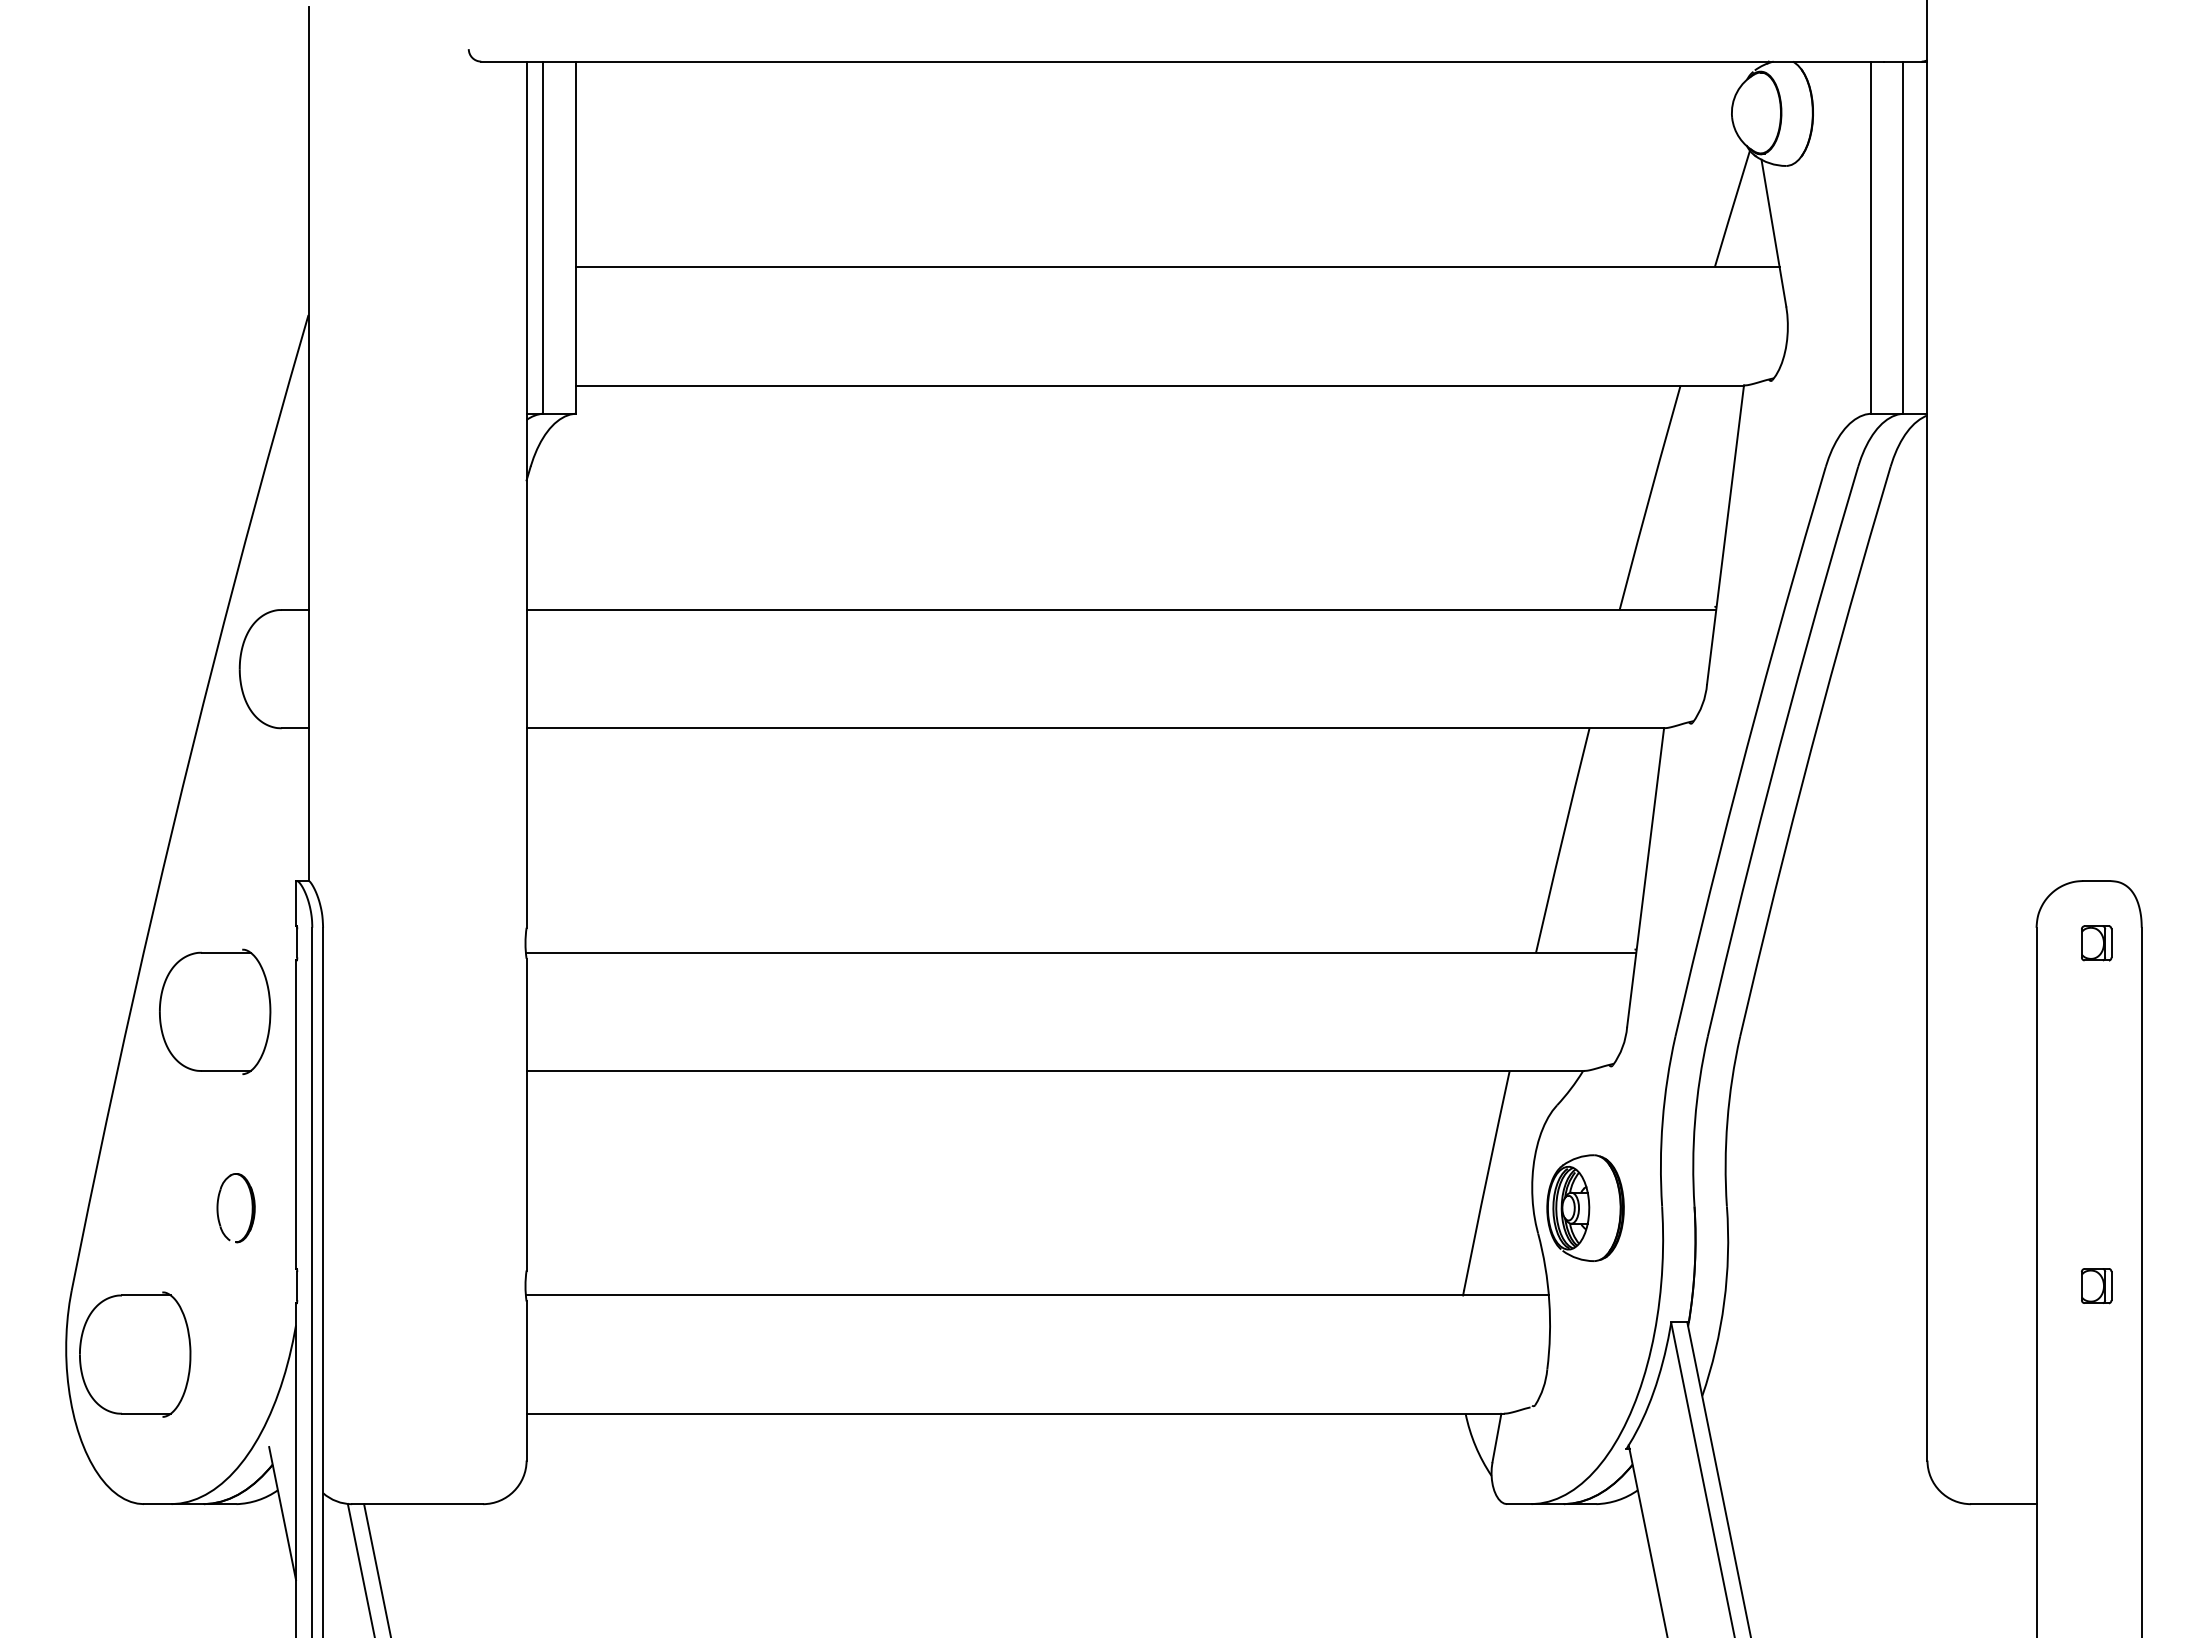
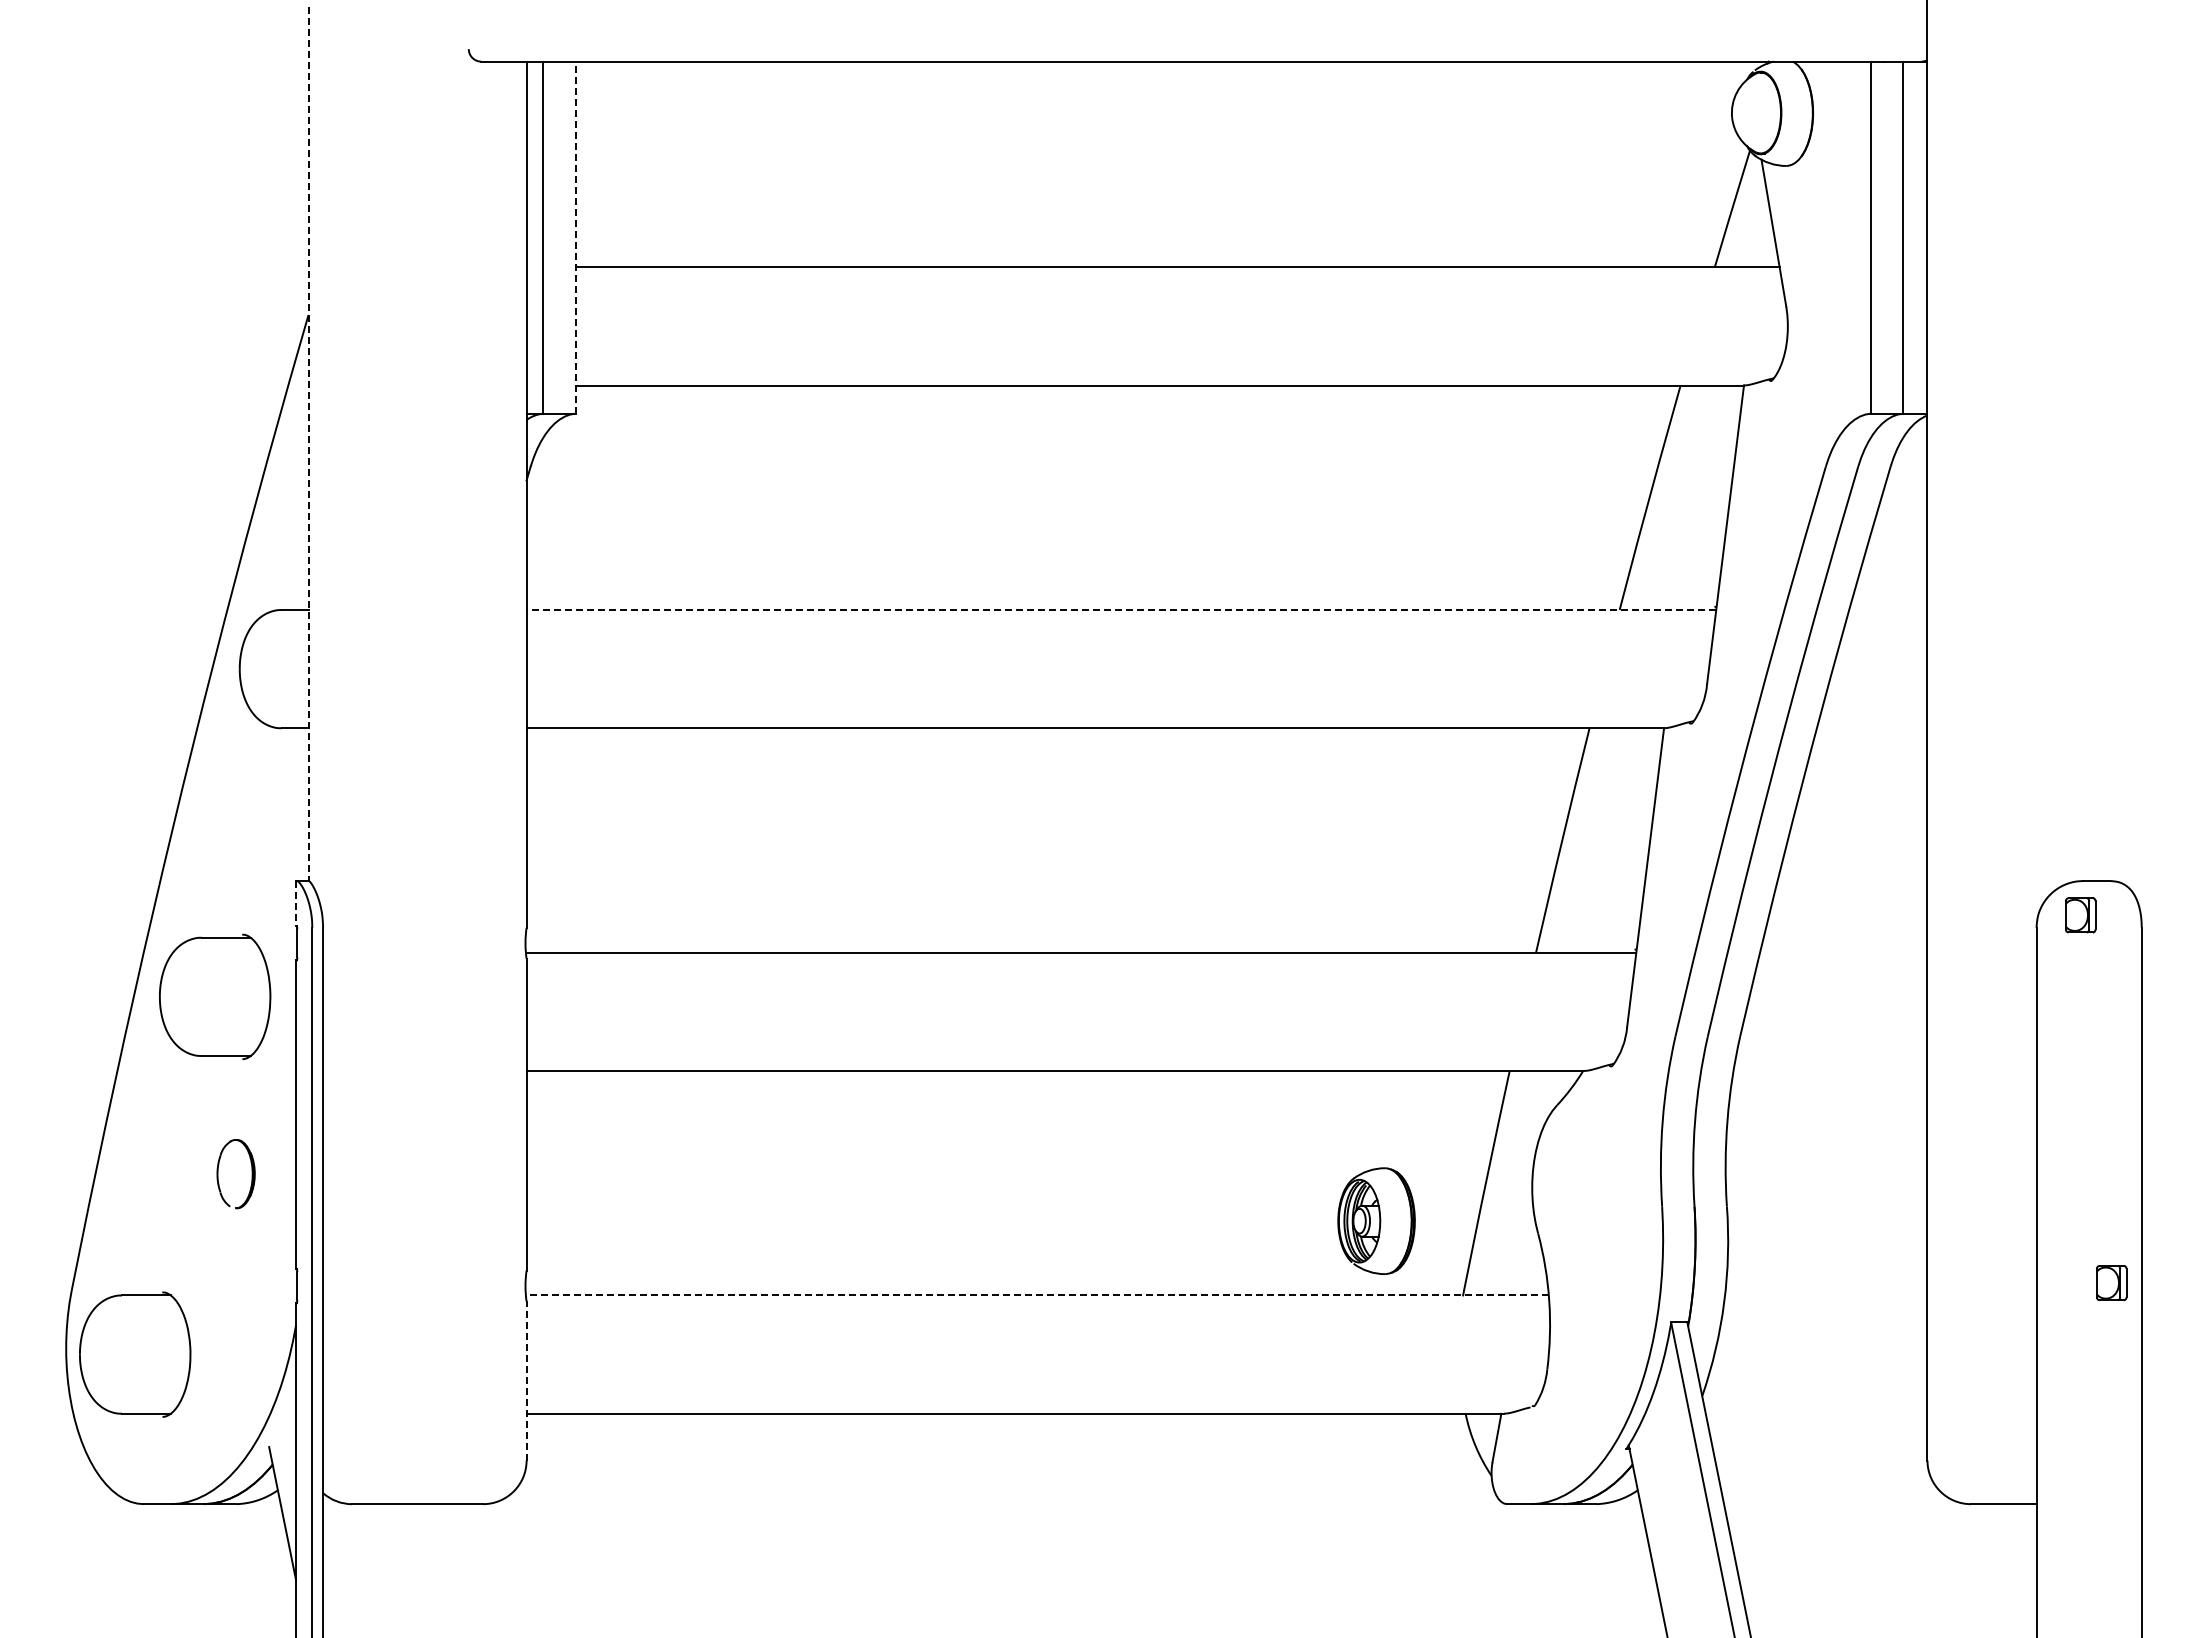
line at (575, 237): solid -> dashed
line at (308, 444): solid -> dashed
line at (1121, 609): solid -> dashed
line at (296, 903): solid -> dashed
part at (2096, 943) position: (2096, 943) -> (2080, 915)
part at (215, 1011) position: (215, 1011) -> (215, 996)
part at (1585, 1207) position: (1585, 1207) -> (1376, 1220)
part at (251, 1208) position: (251, 1208) -> (251, 1174)
part at (2096, 1286) position: (2096, 1286) -> (2111, 1283)
line at (1036, 1295): solid -> dashed
line at (526, 1381): solid -> dashed
line at (360, 1568): present -> none
line at (377, 1569): present -> none
